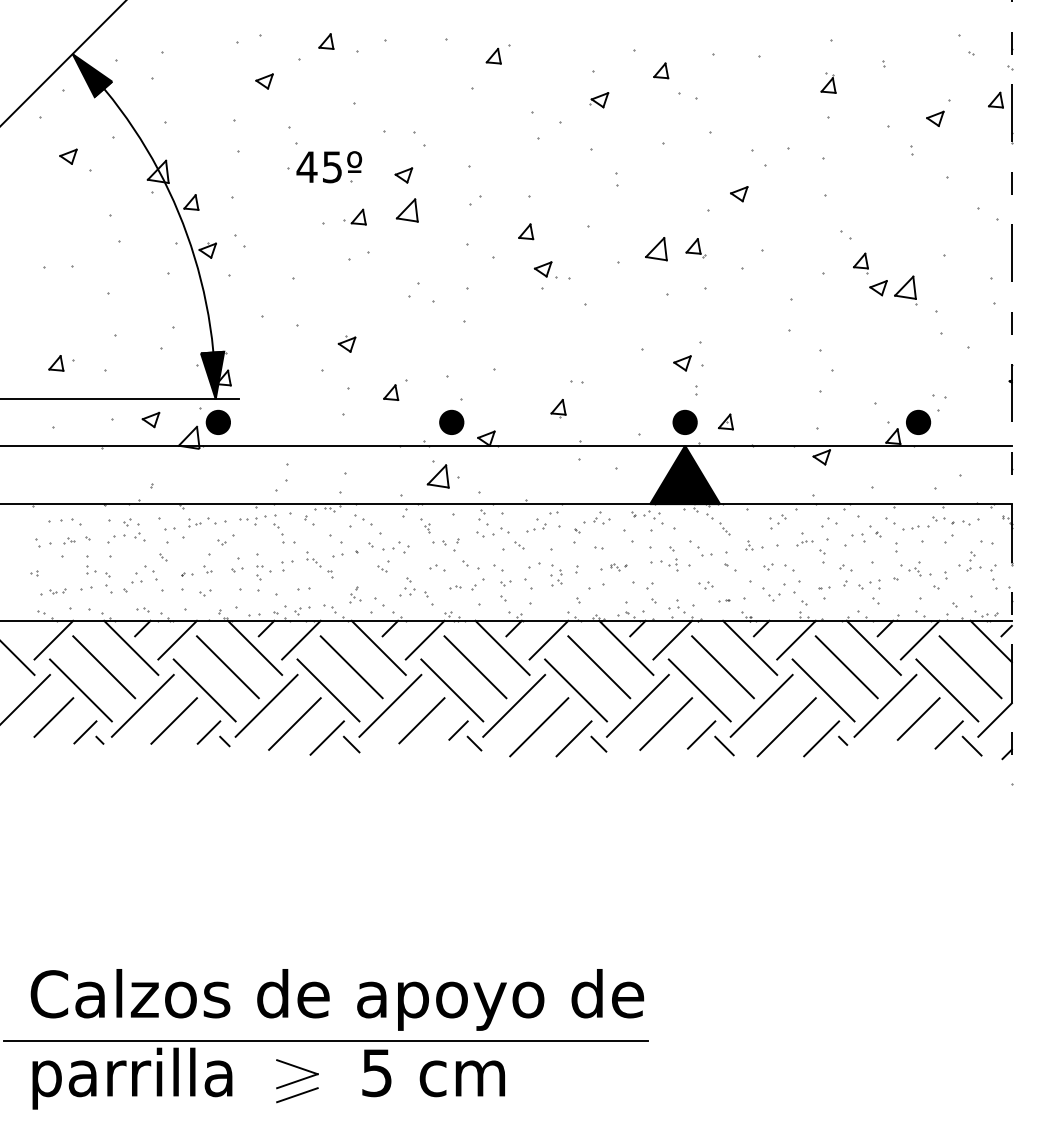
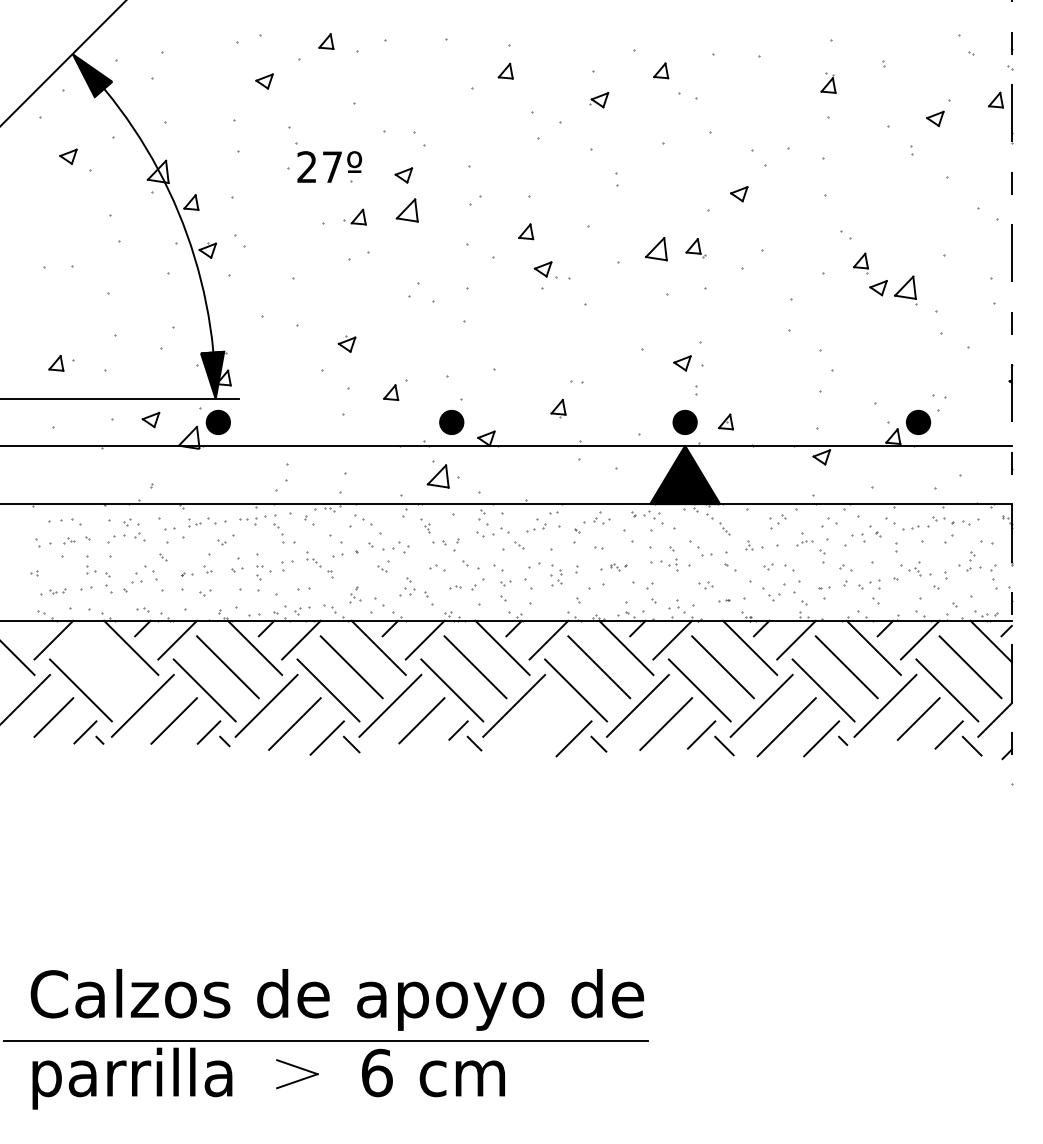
part at (493, 55) position: (493, 55) -> (505, 70)
text at (318, 167): 45º -> 27º
line at (104, 667): present -> none
line at (539, 727): present -> none
text at (377, 1072): 5 -> 6
line at (297, 1095): present -> none
